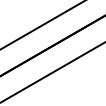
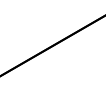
line at (42, 25): present -> none
line at (52, 72): present -> none
